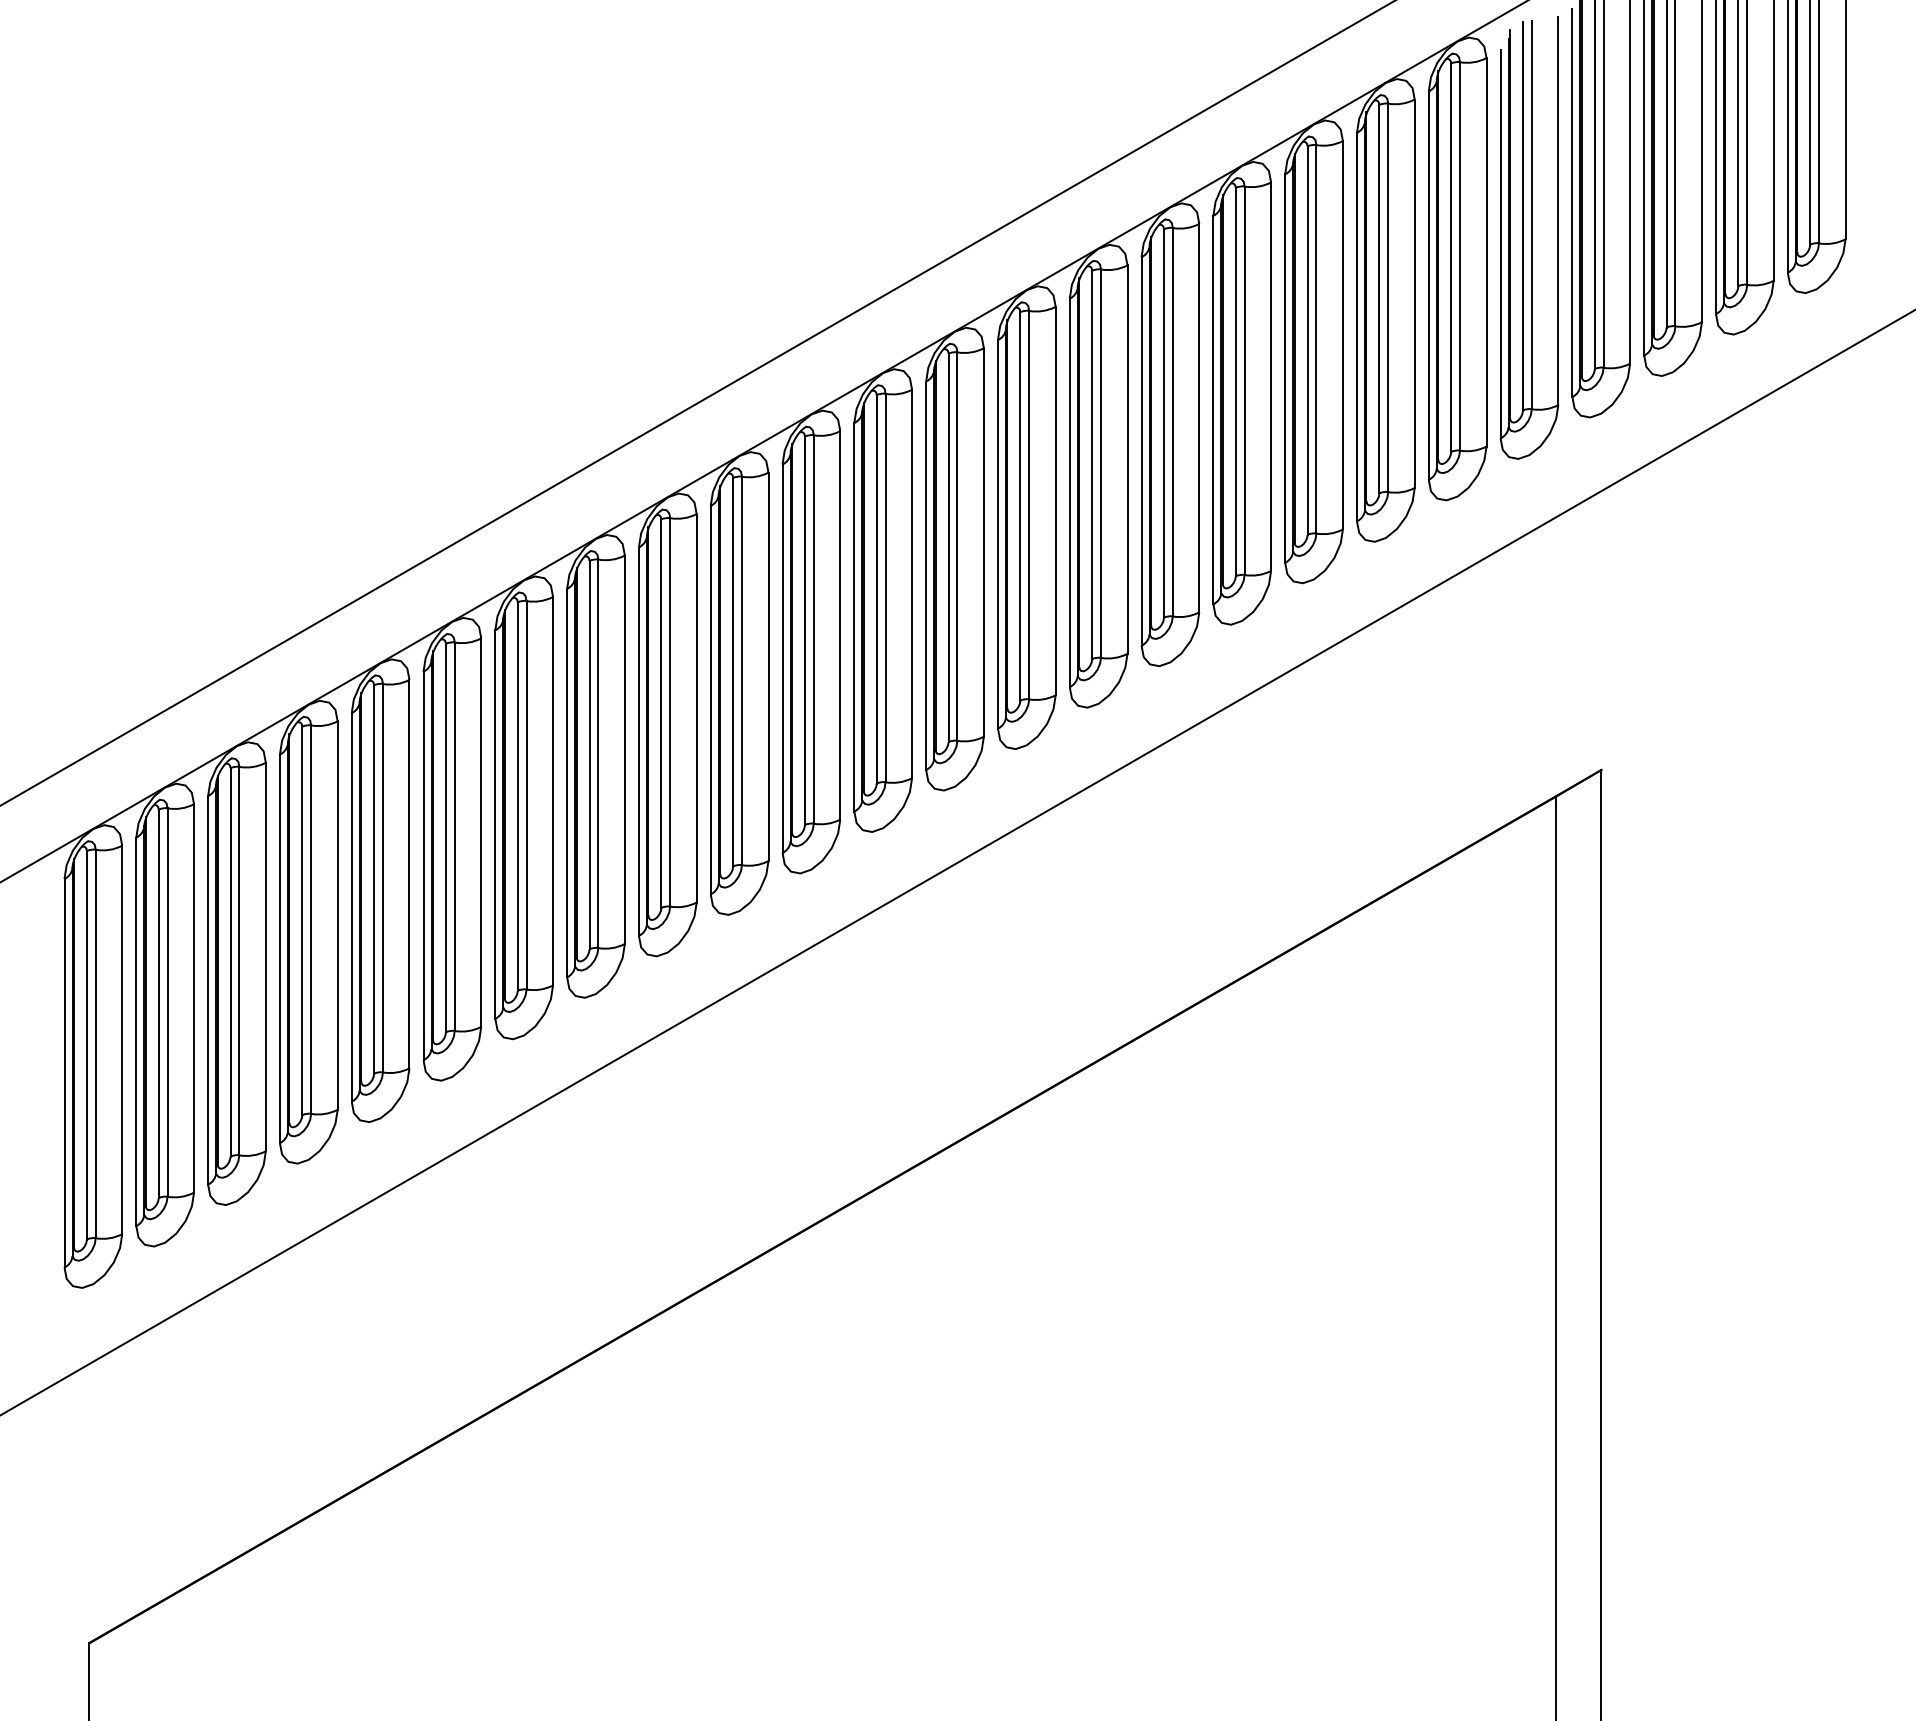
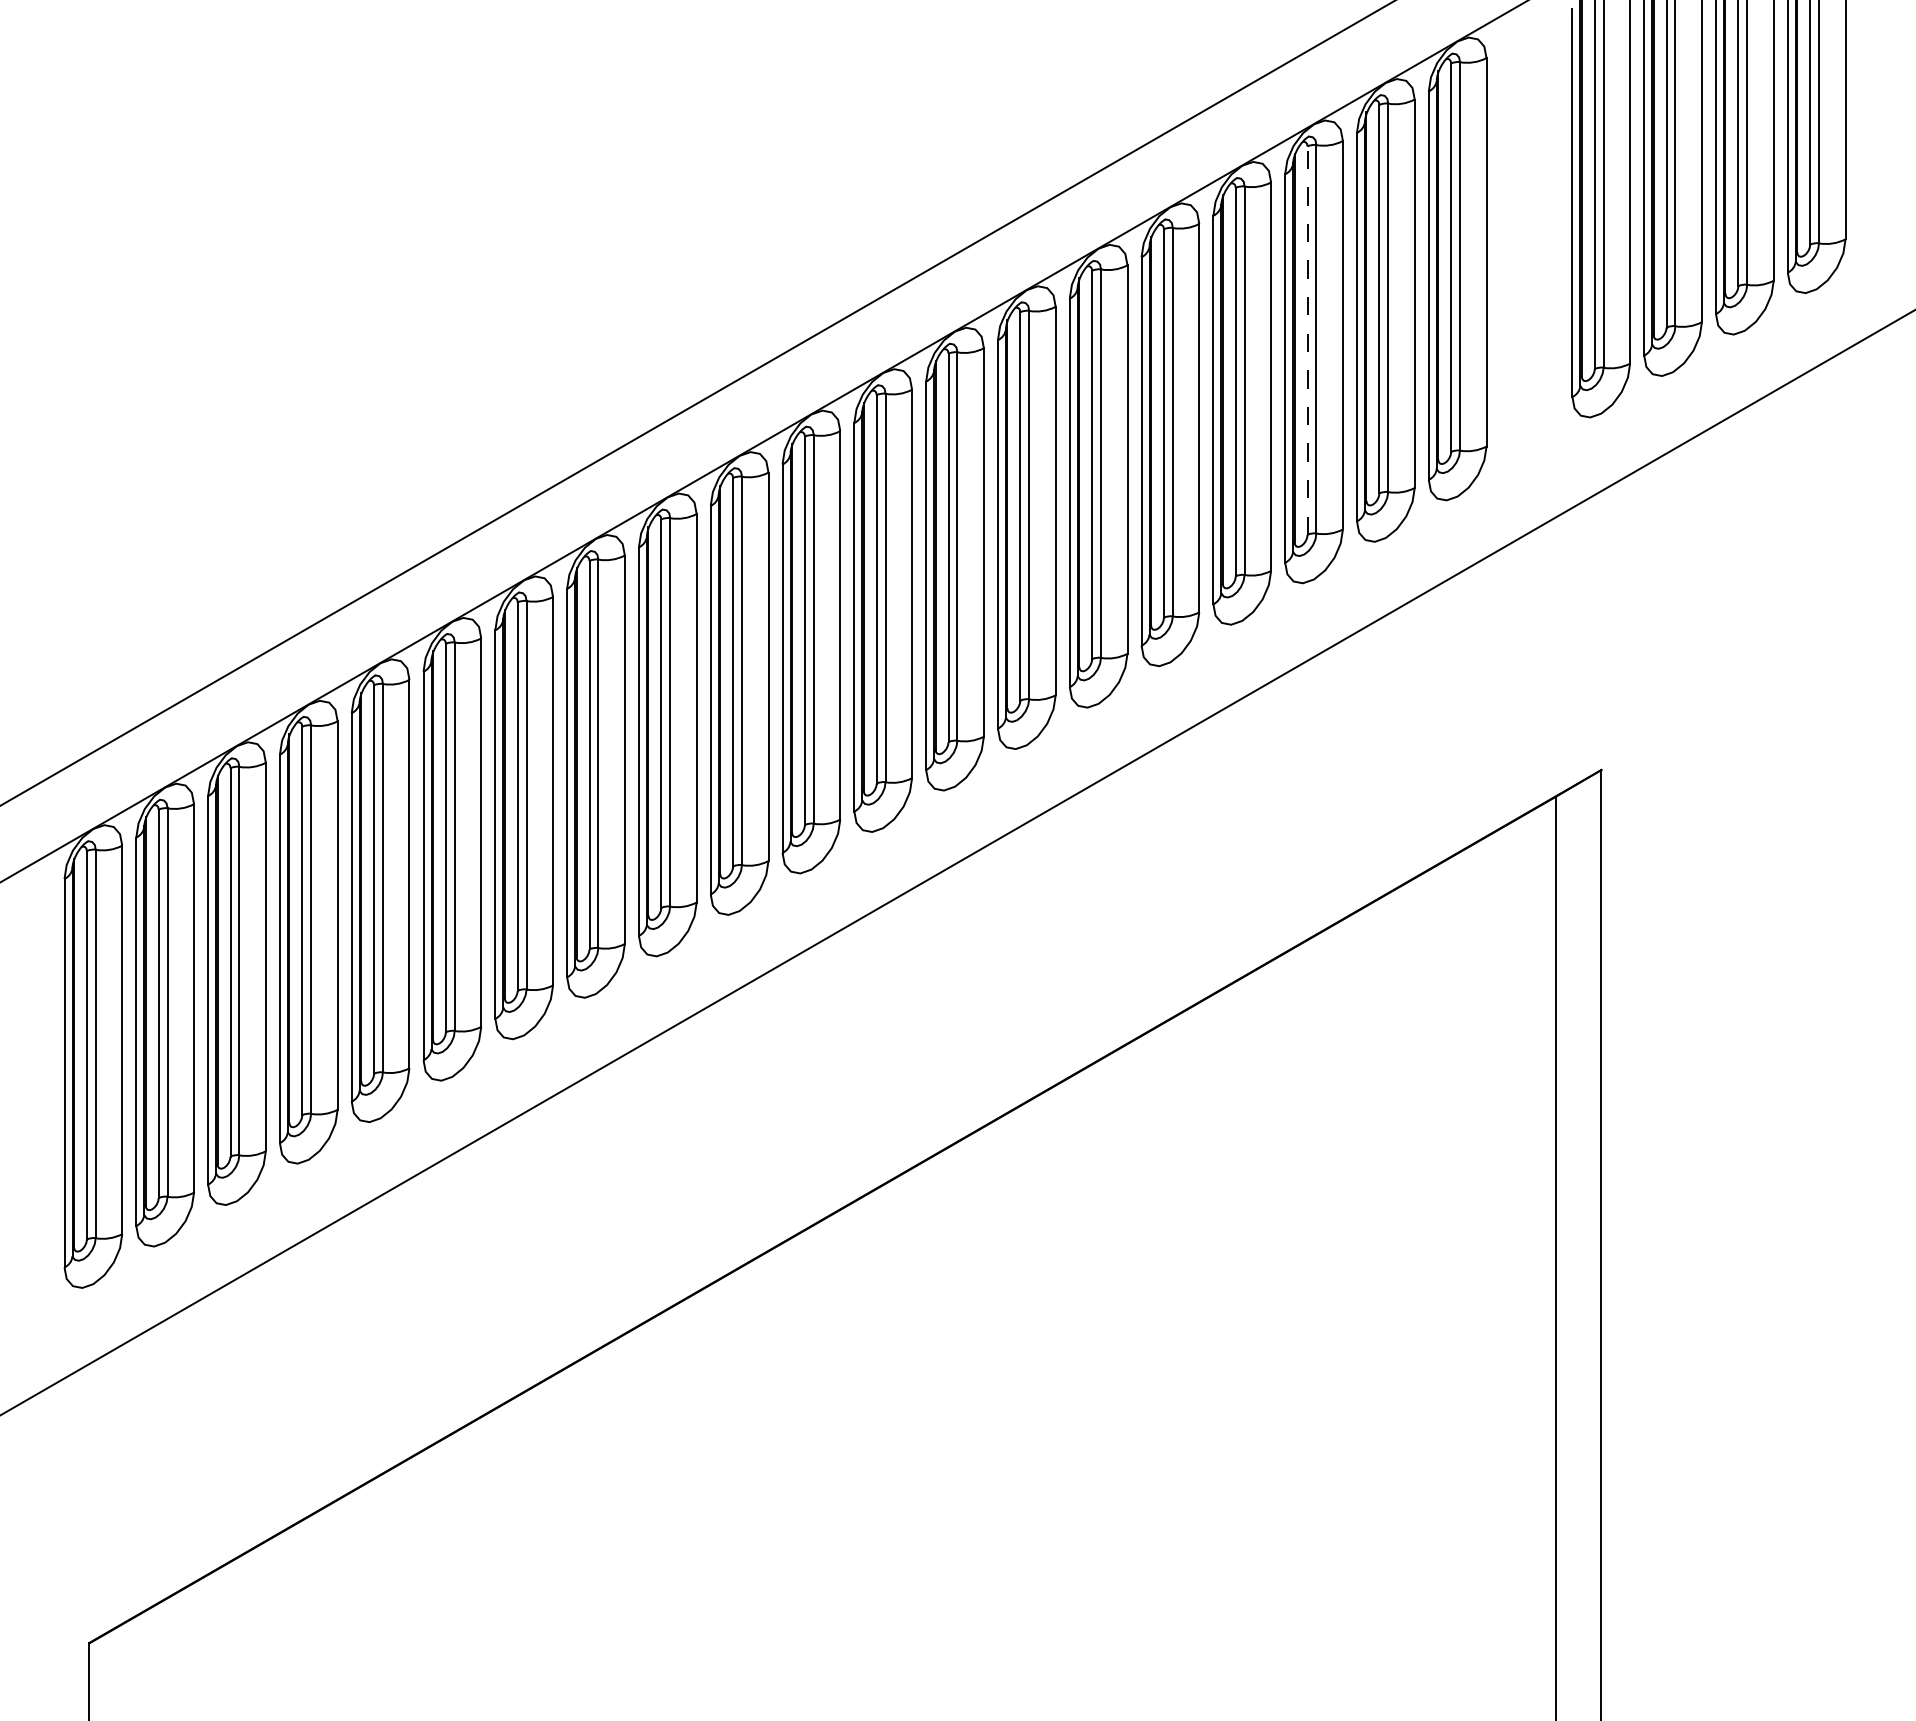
part at (1529, 237): present -> none
line at (1307, 340): solid -> dashed
